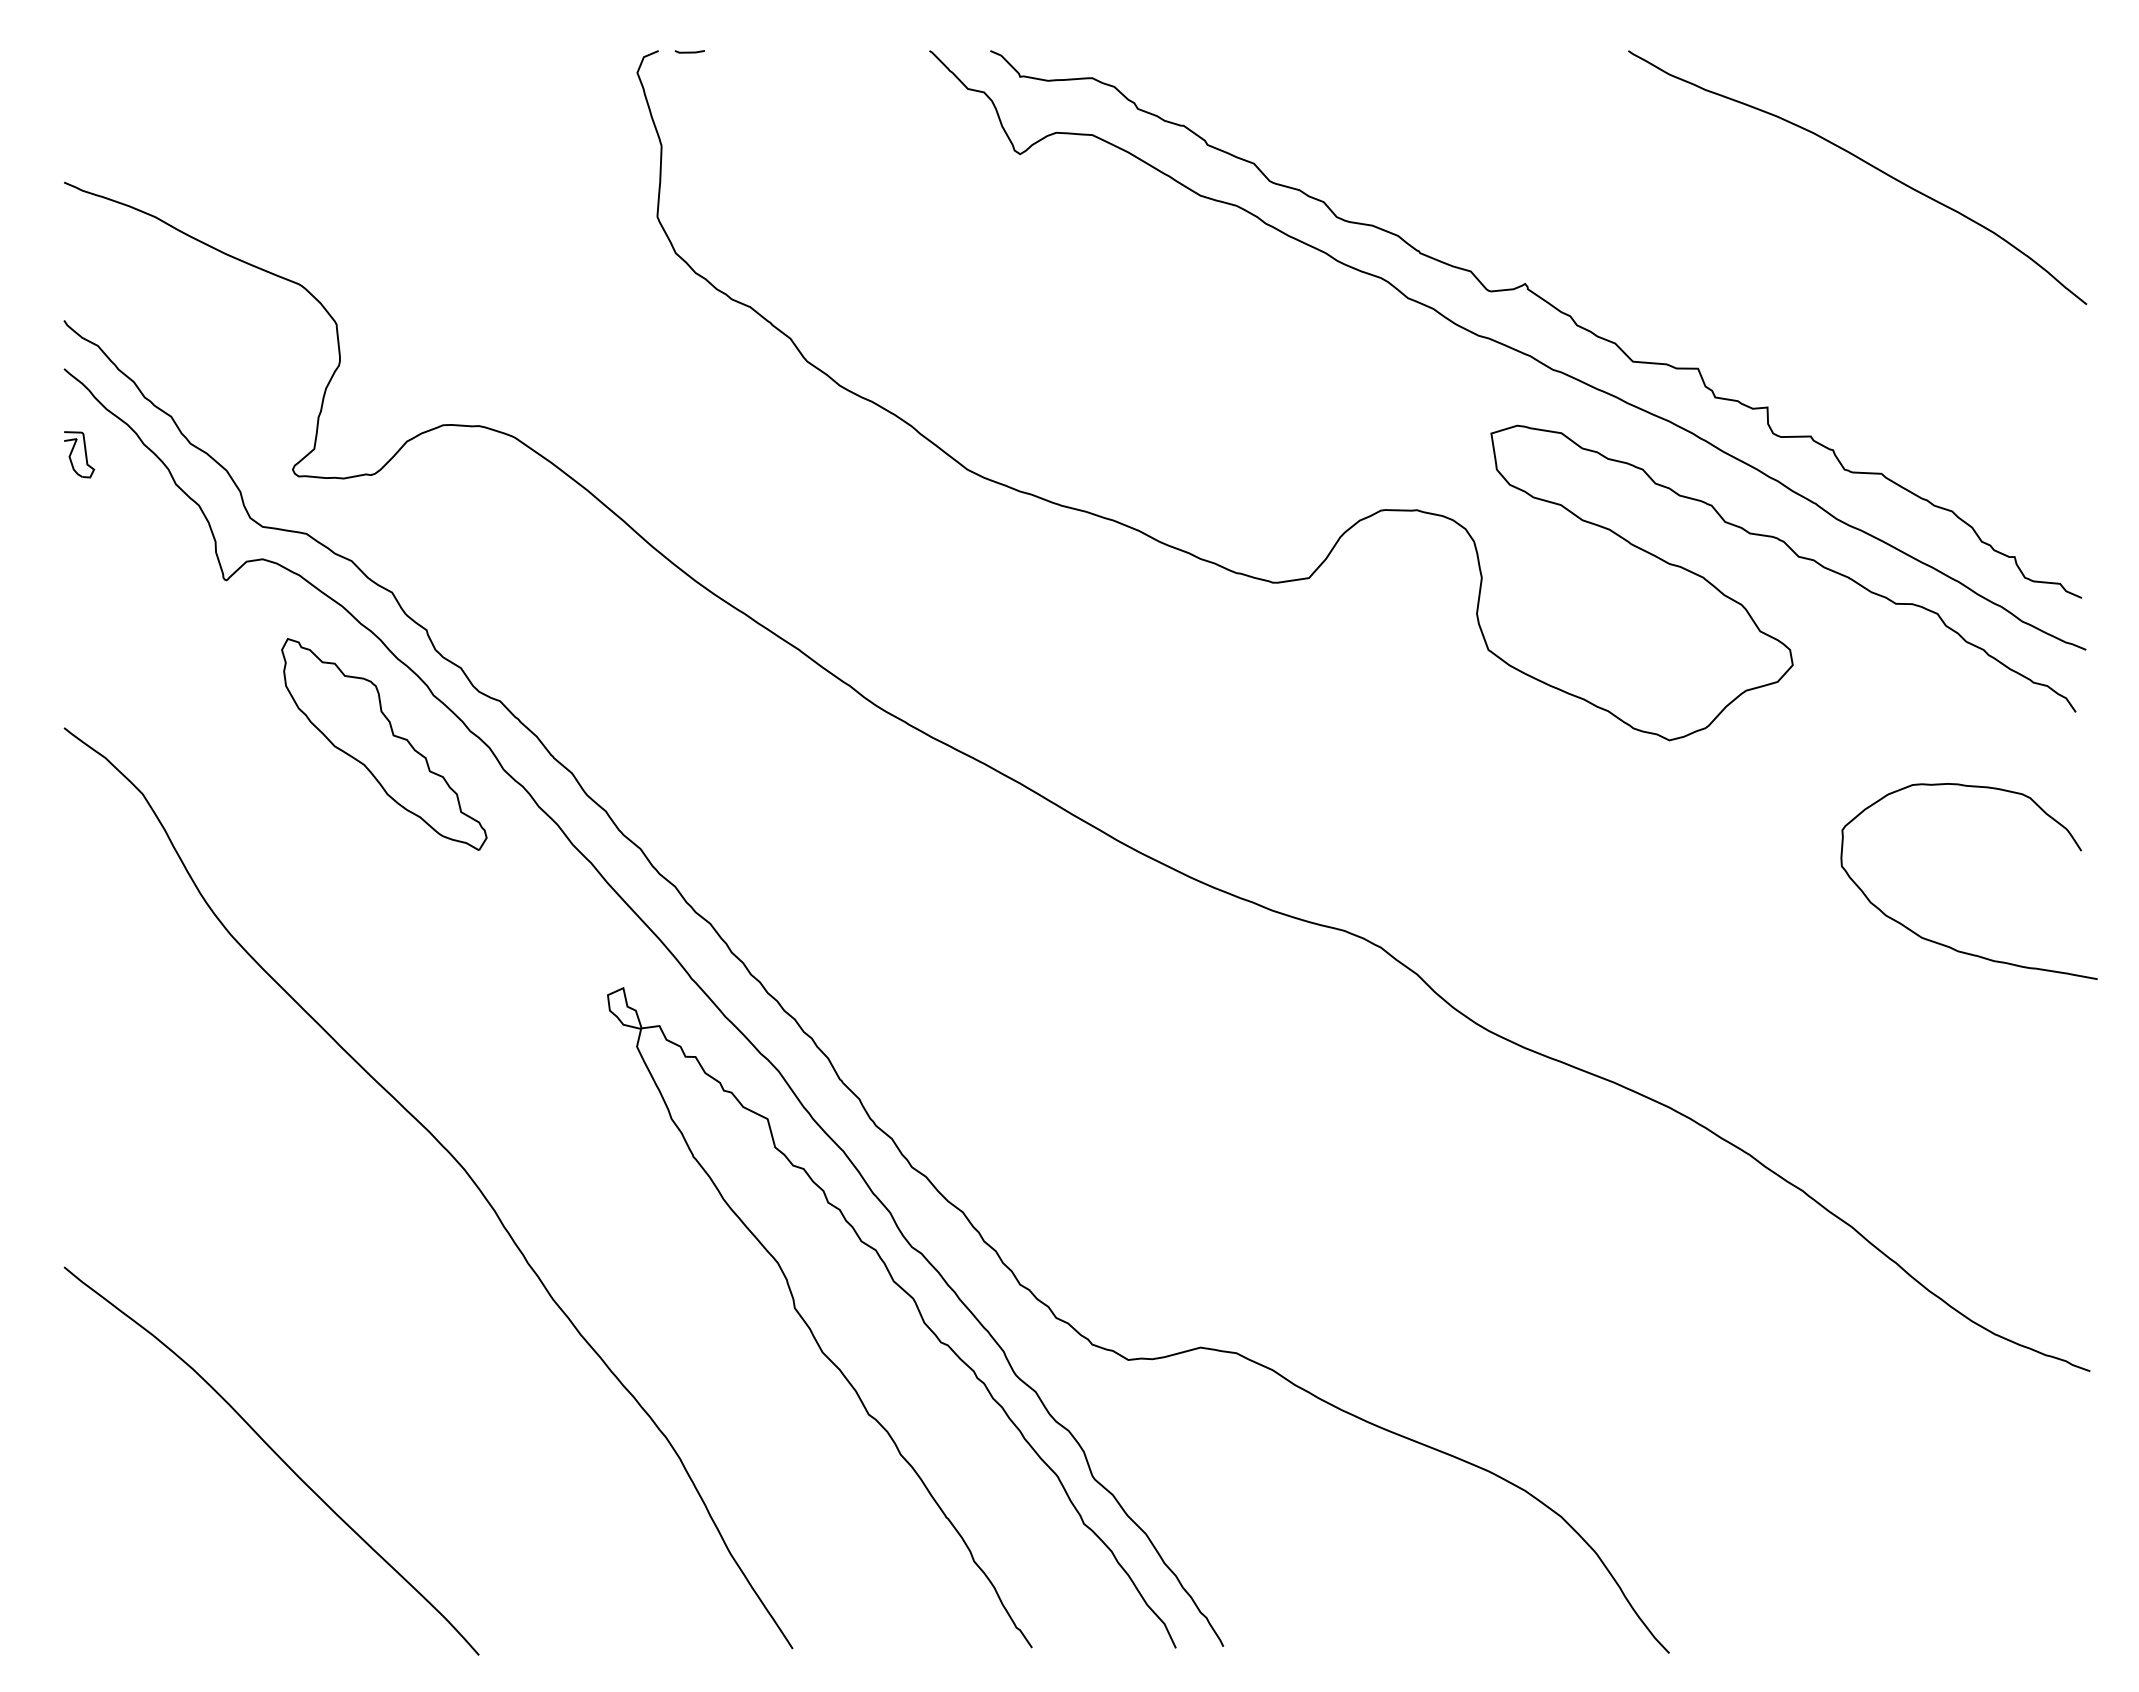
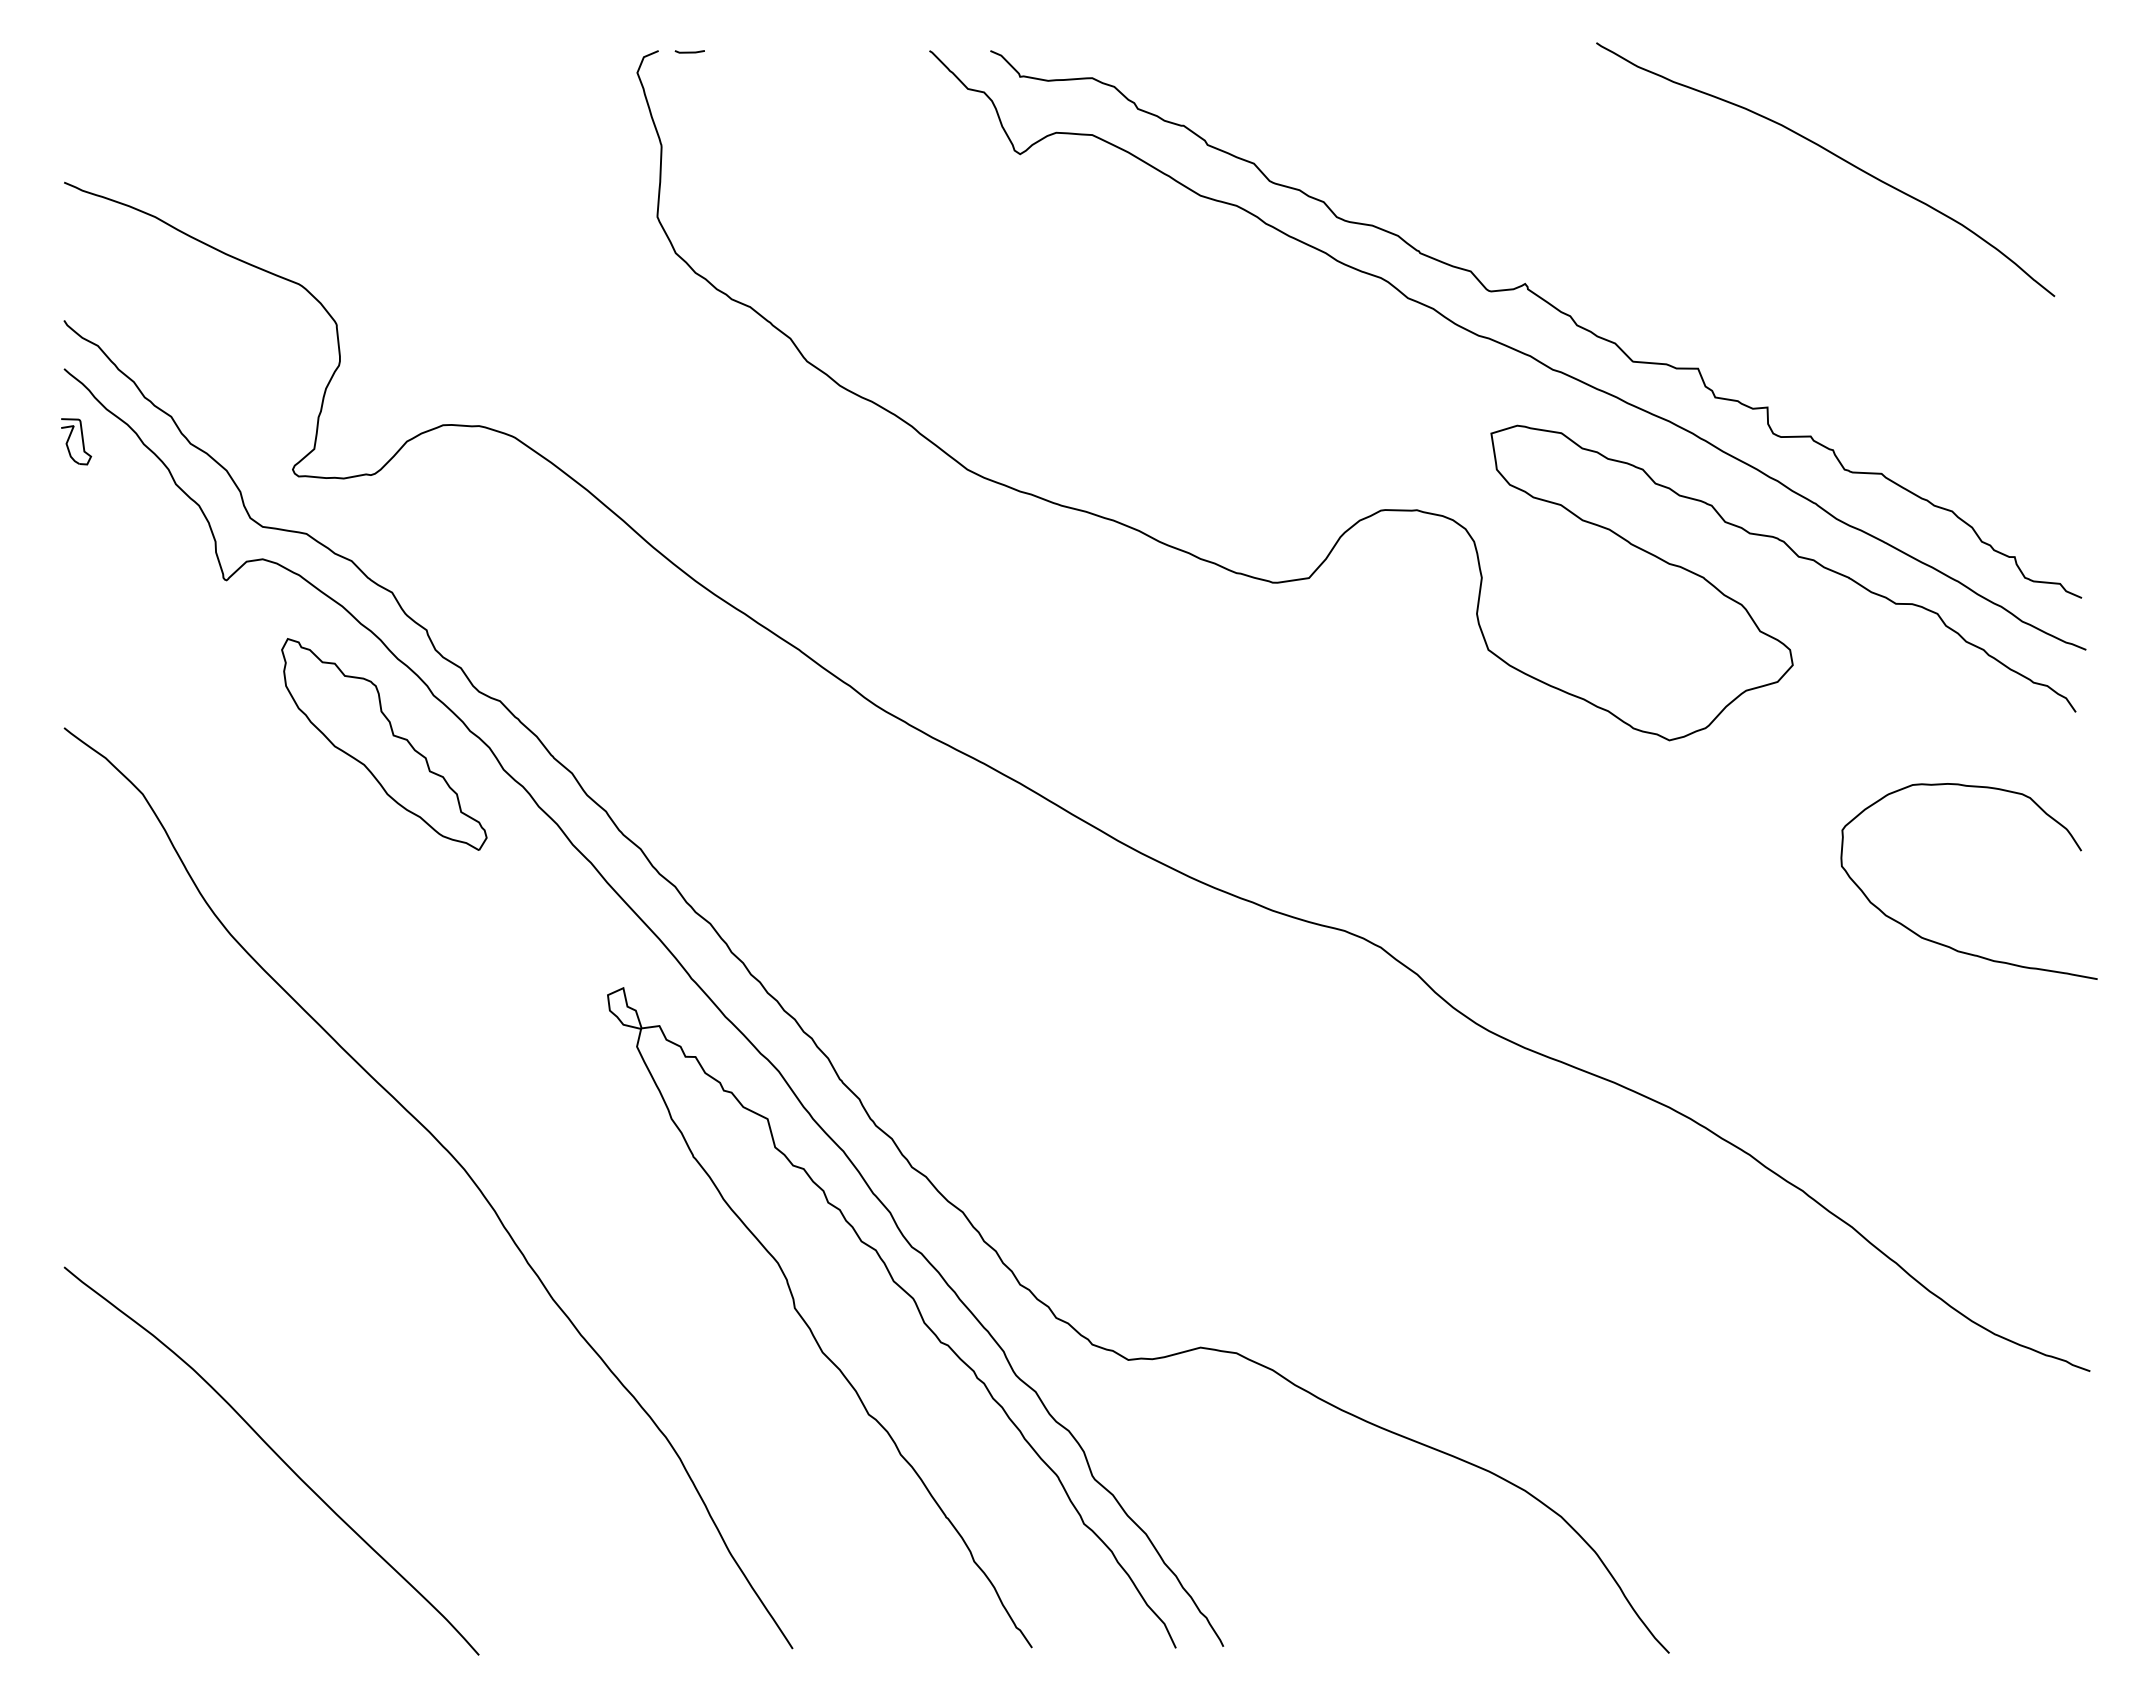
curve at (1865, 163) position: (1865, 163) -> (1833, 155)
part at (79, 454) position: (79, 454) -> (76, 441)
